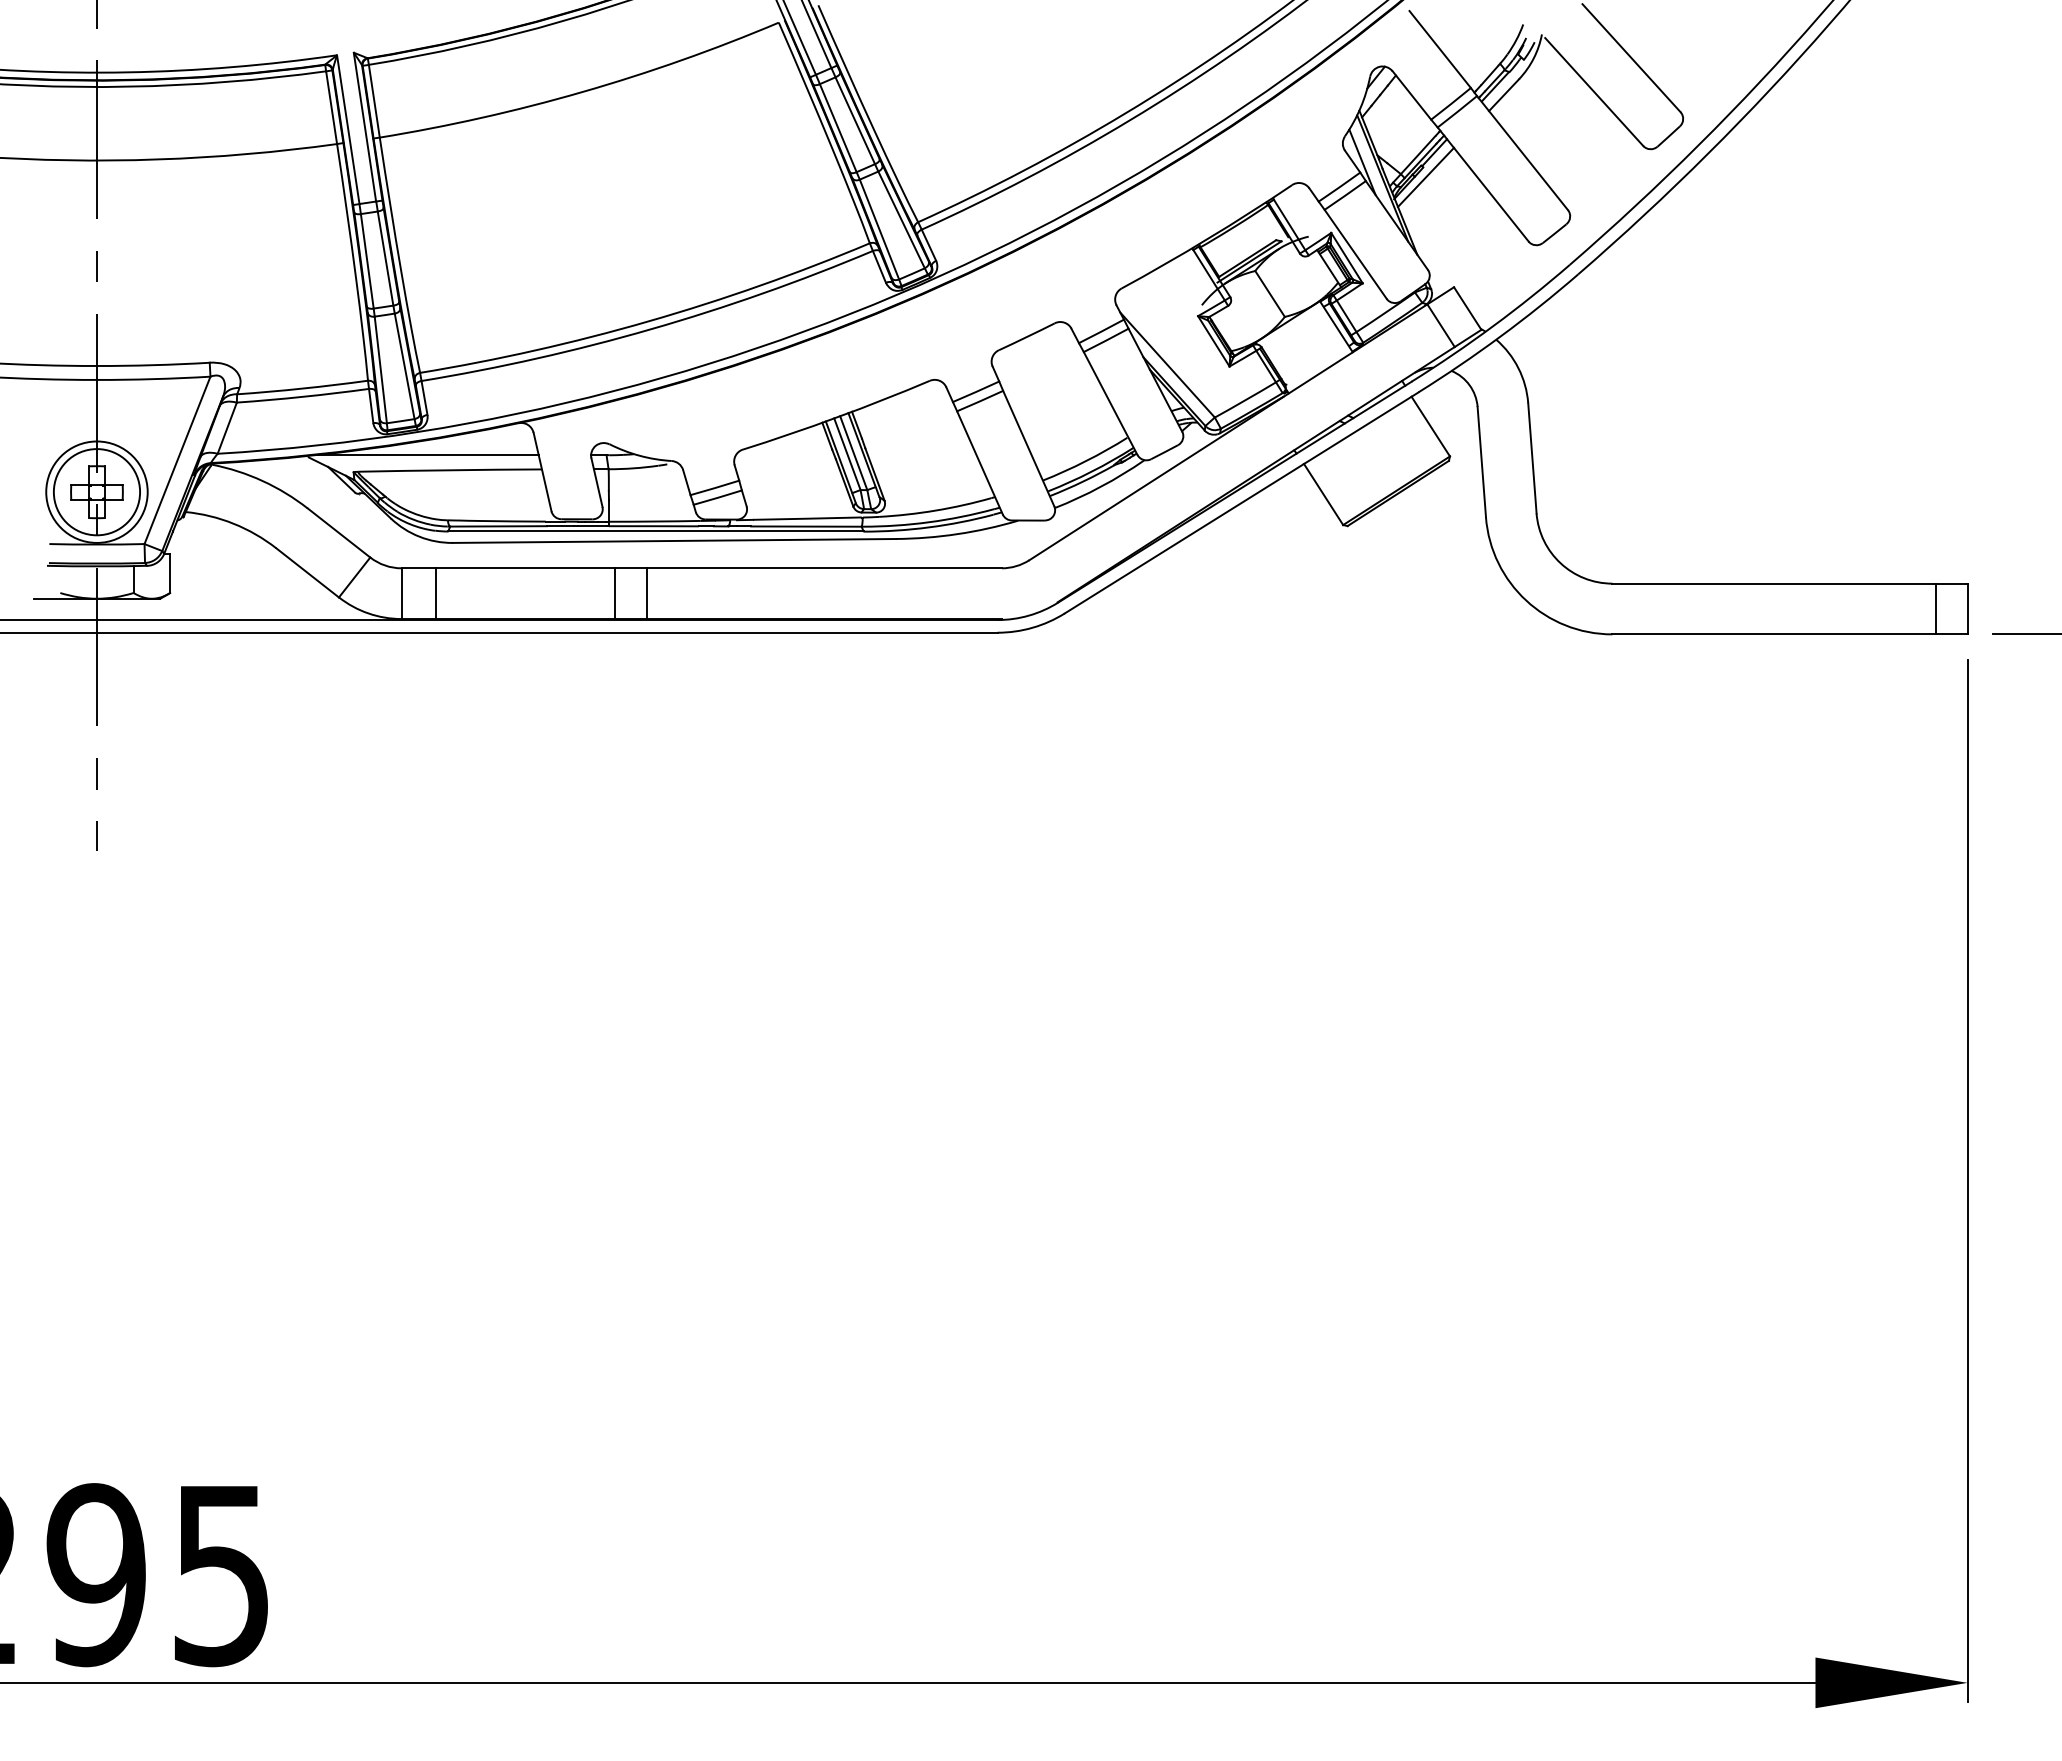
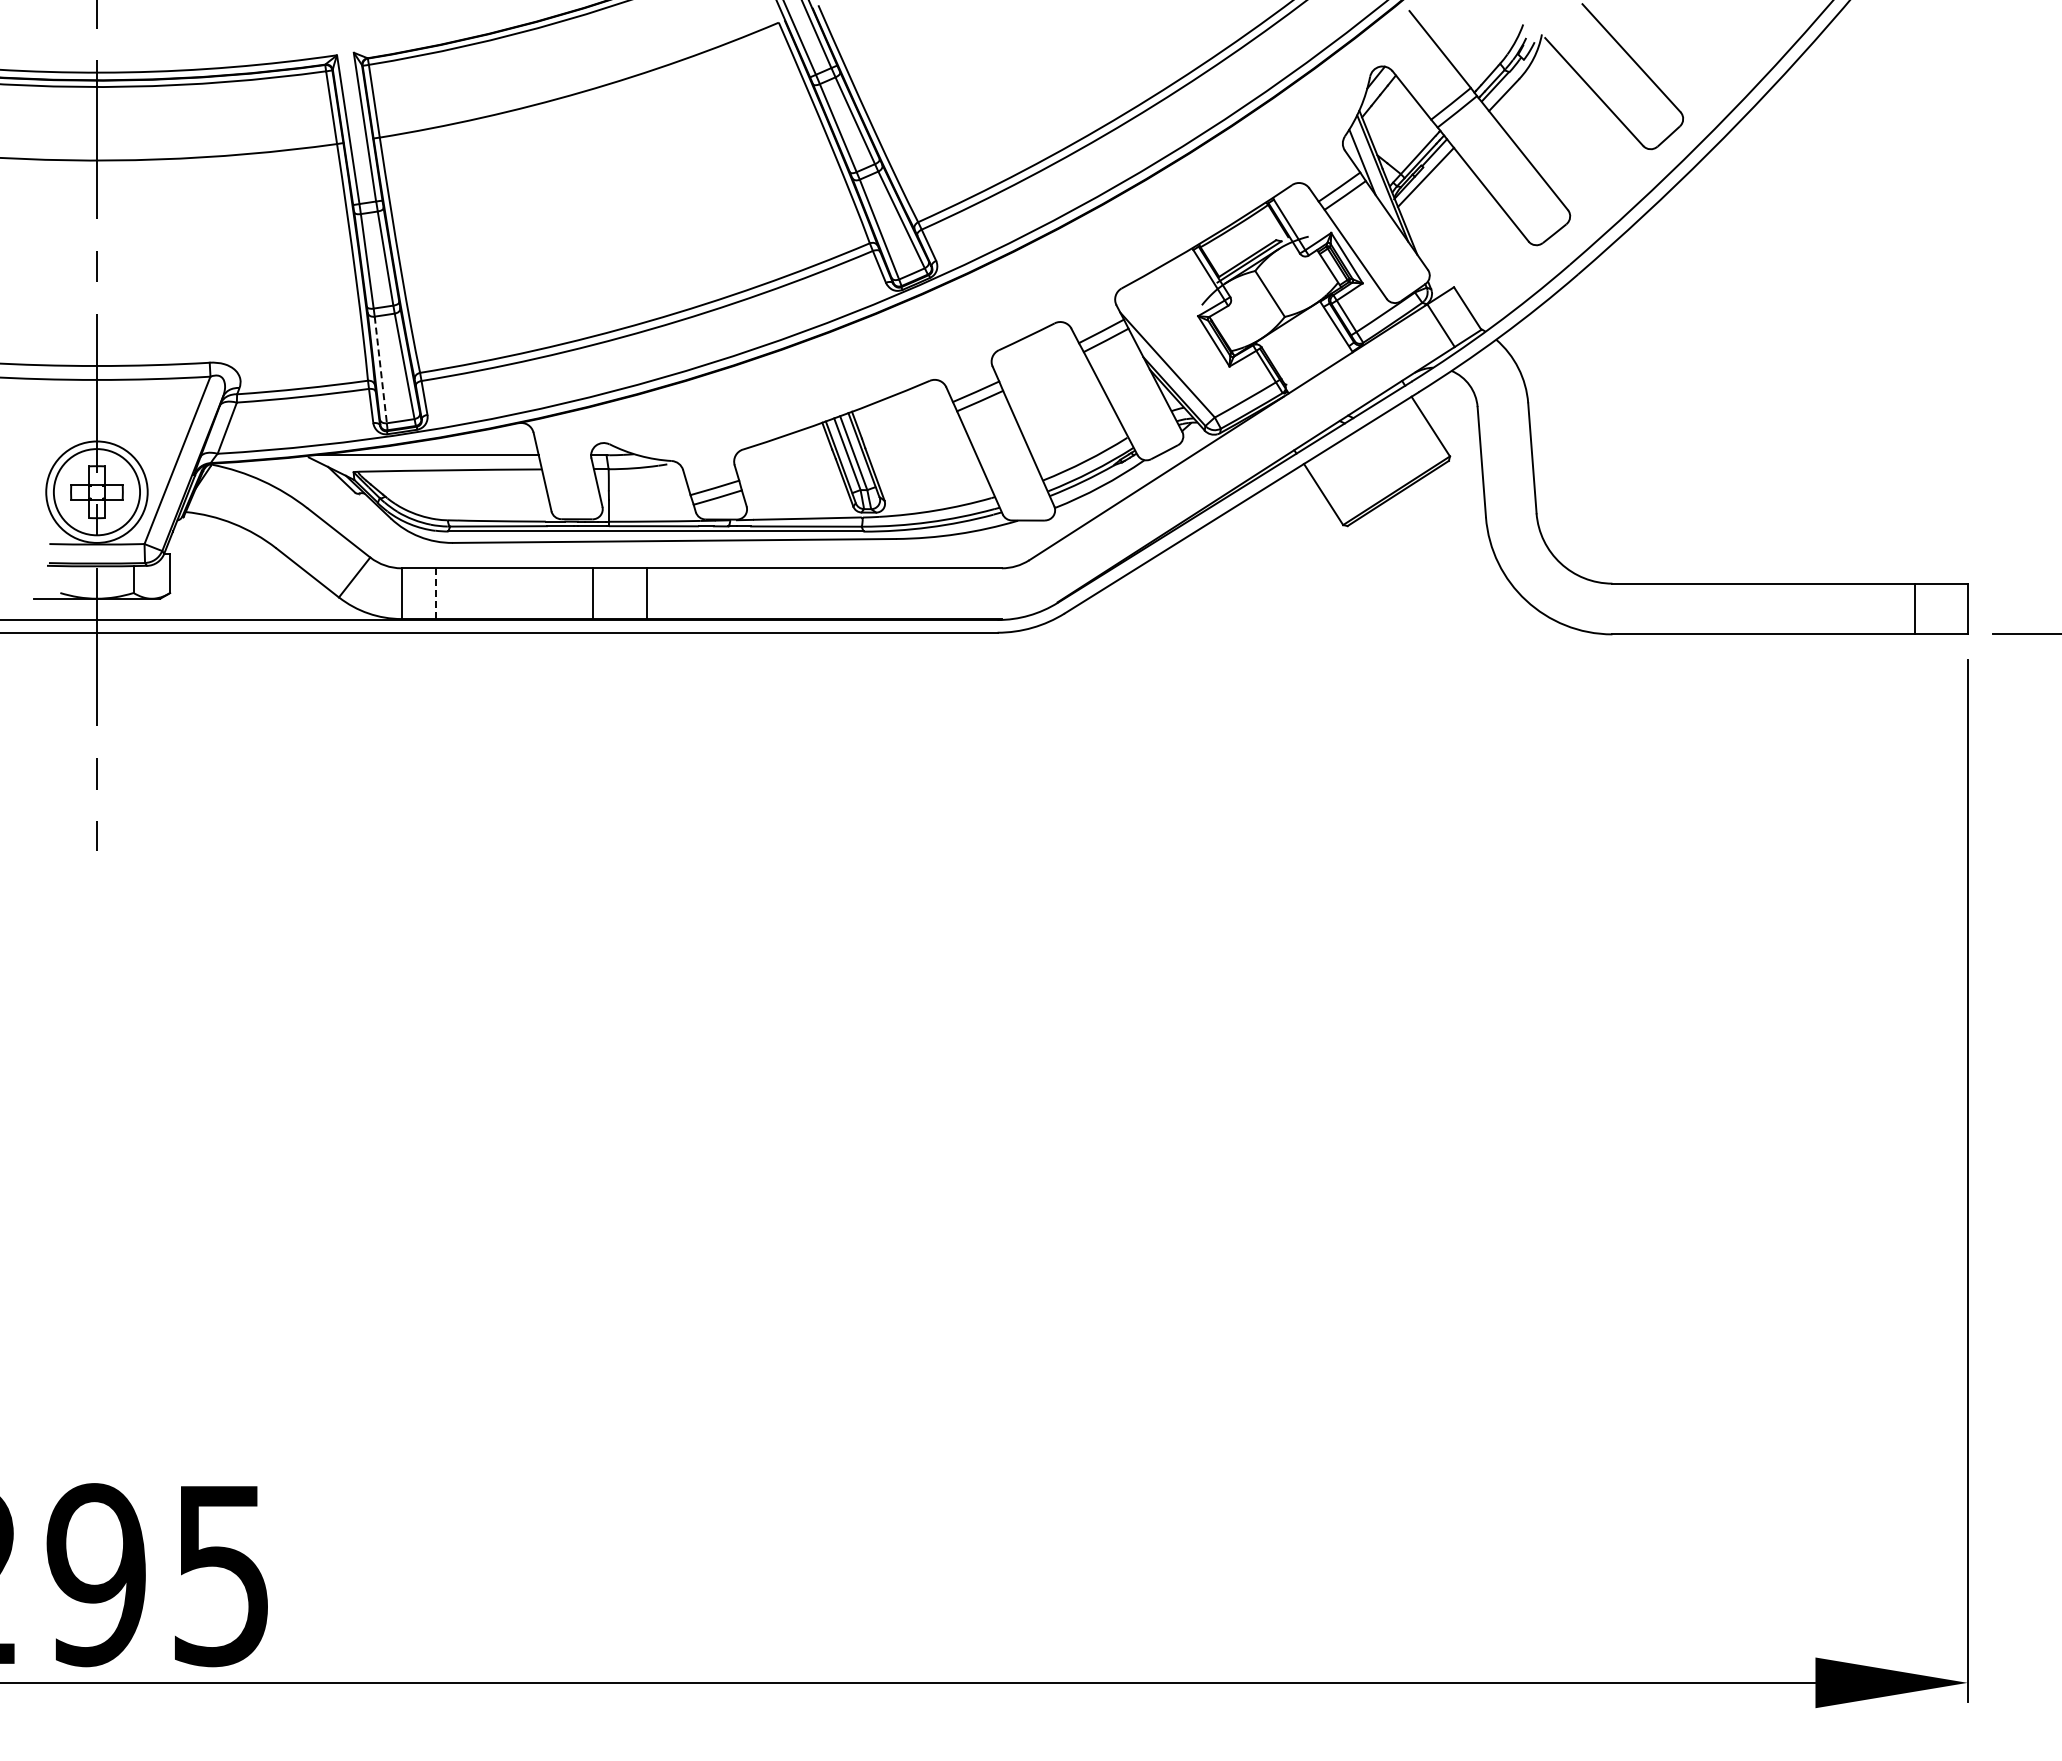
line at (380, 369): solid -> dashed
line at (436, 593): solid -> dashed
line at (615, 593) position: (615, 593) -> (593, 593)
line at (1935, 608) position: (1935, 608) -> (1914, 608)
